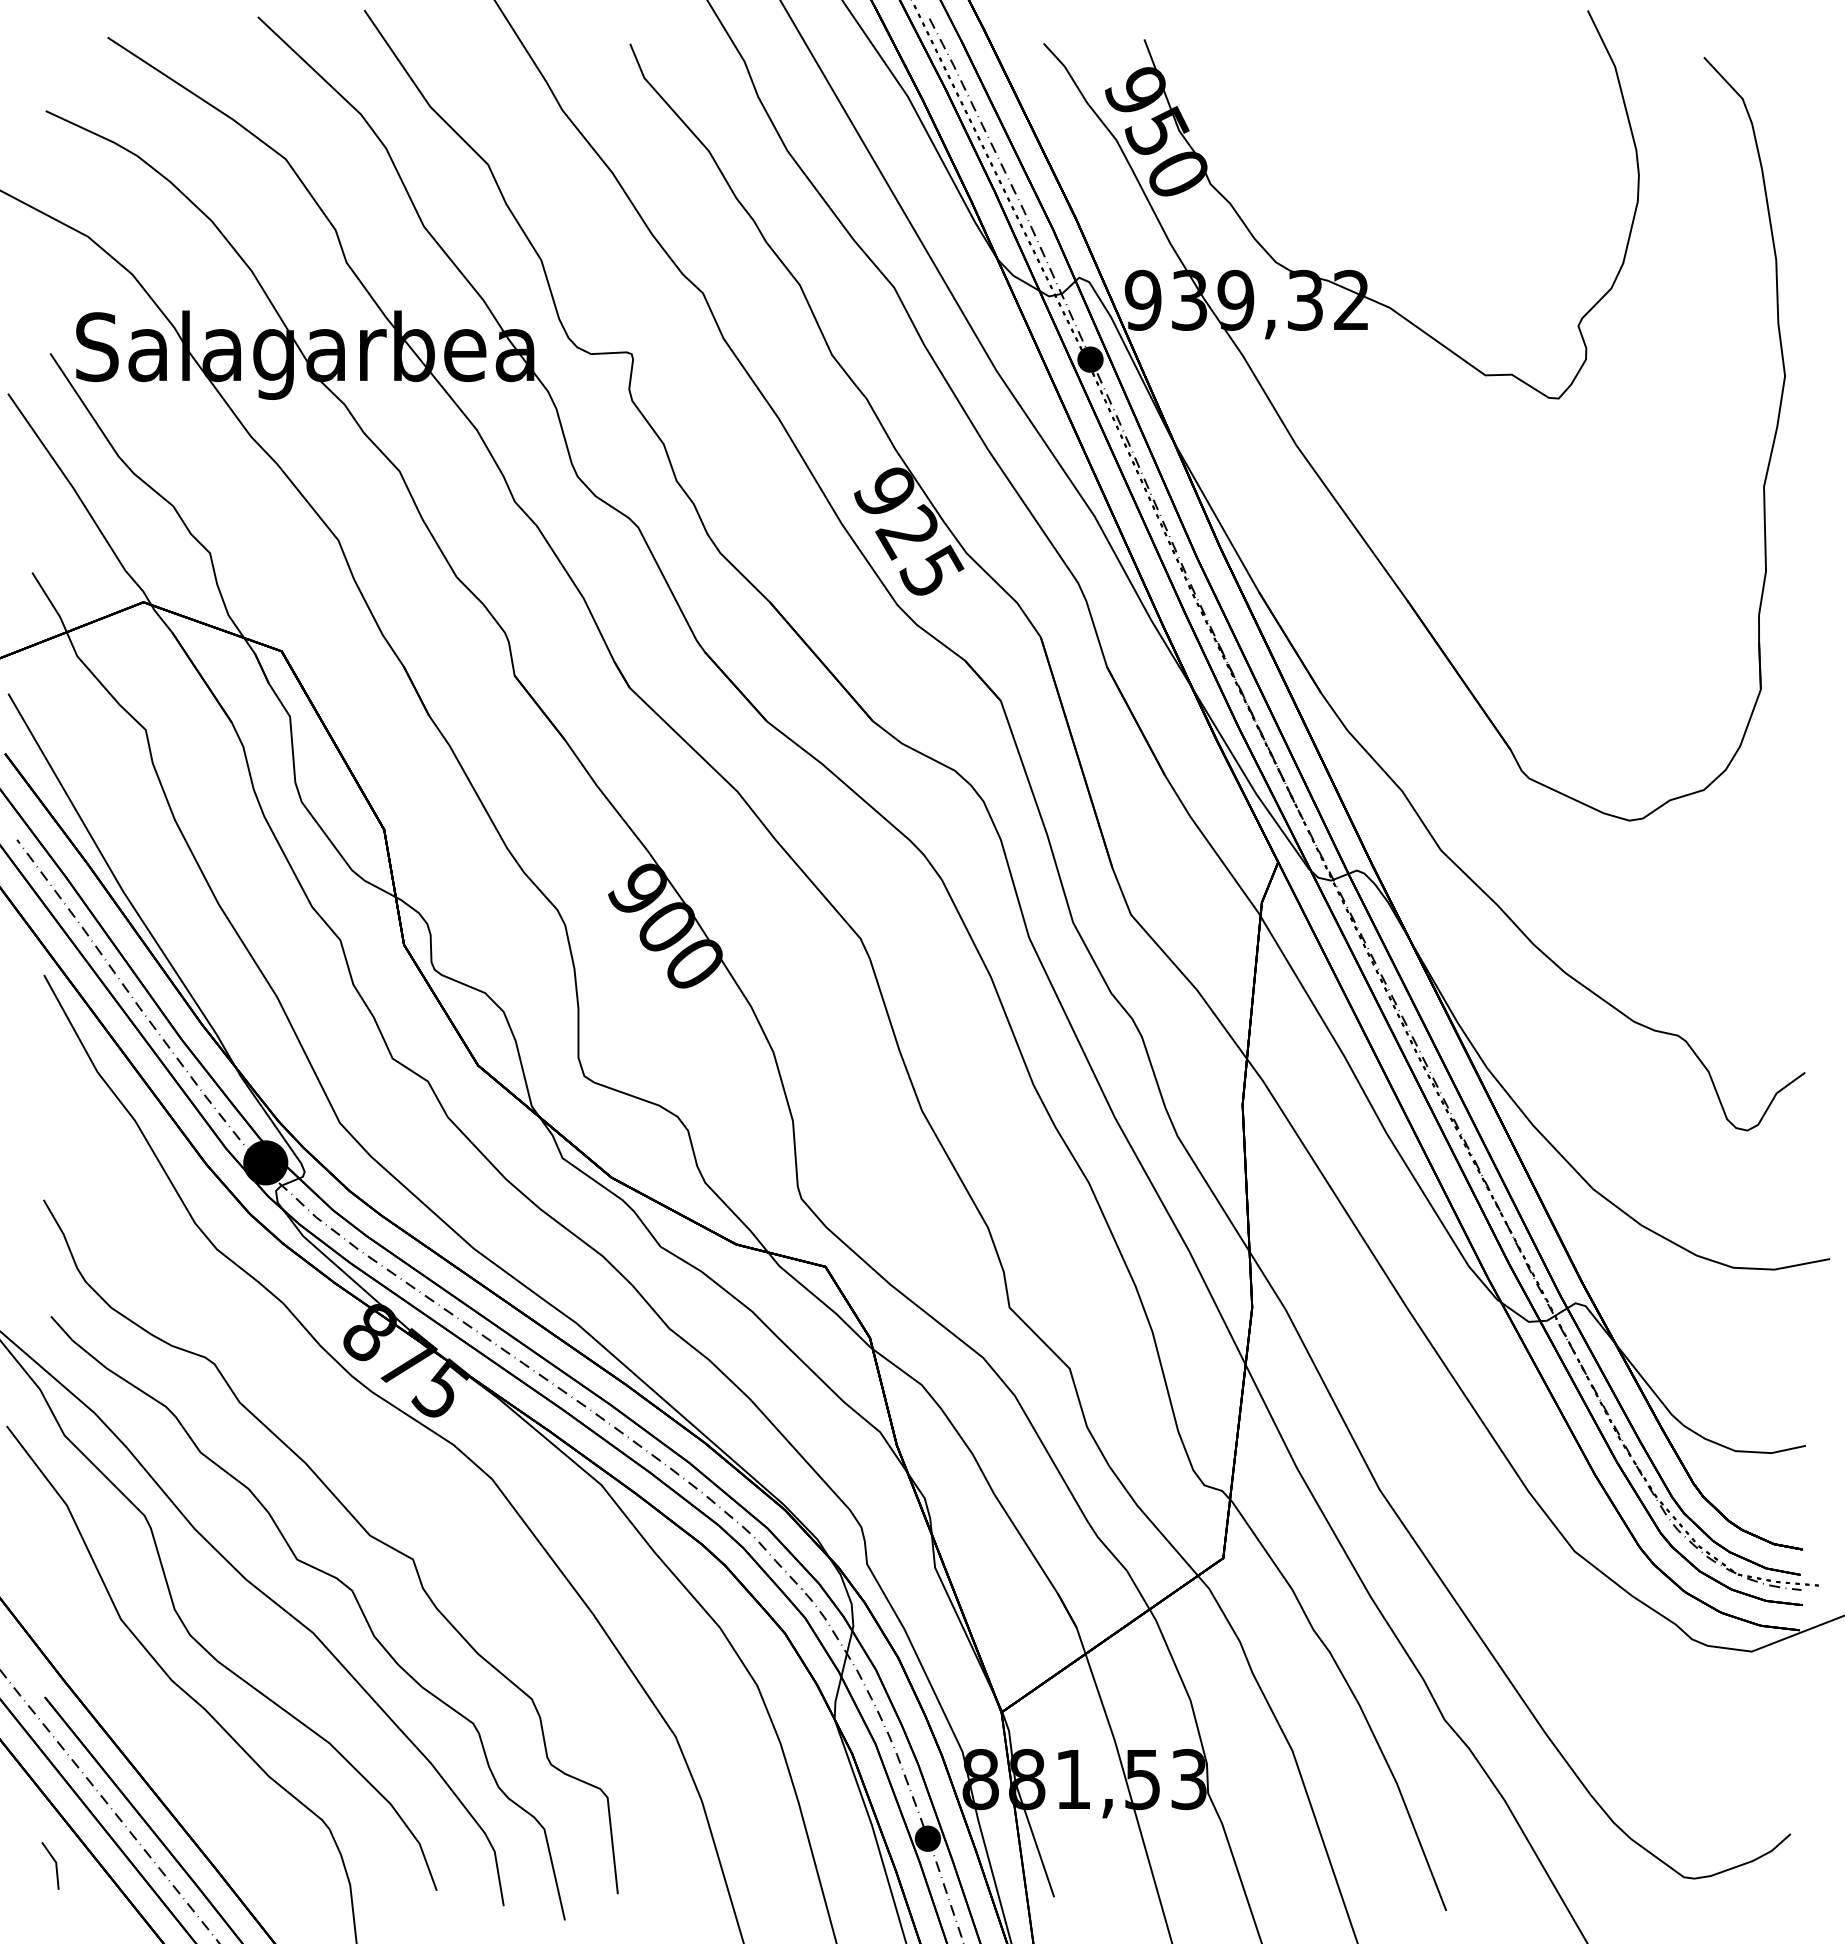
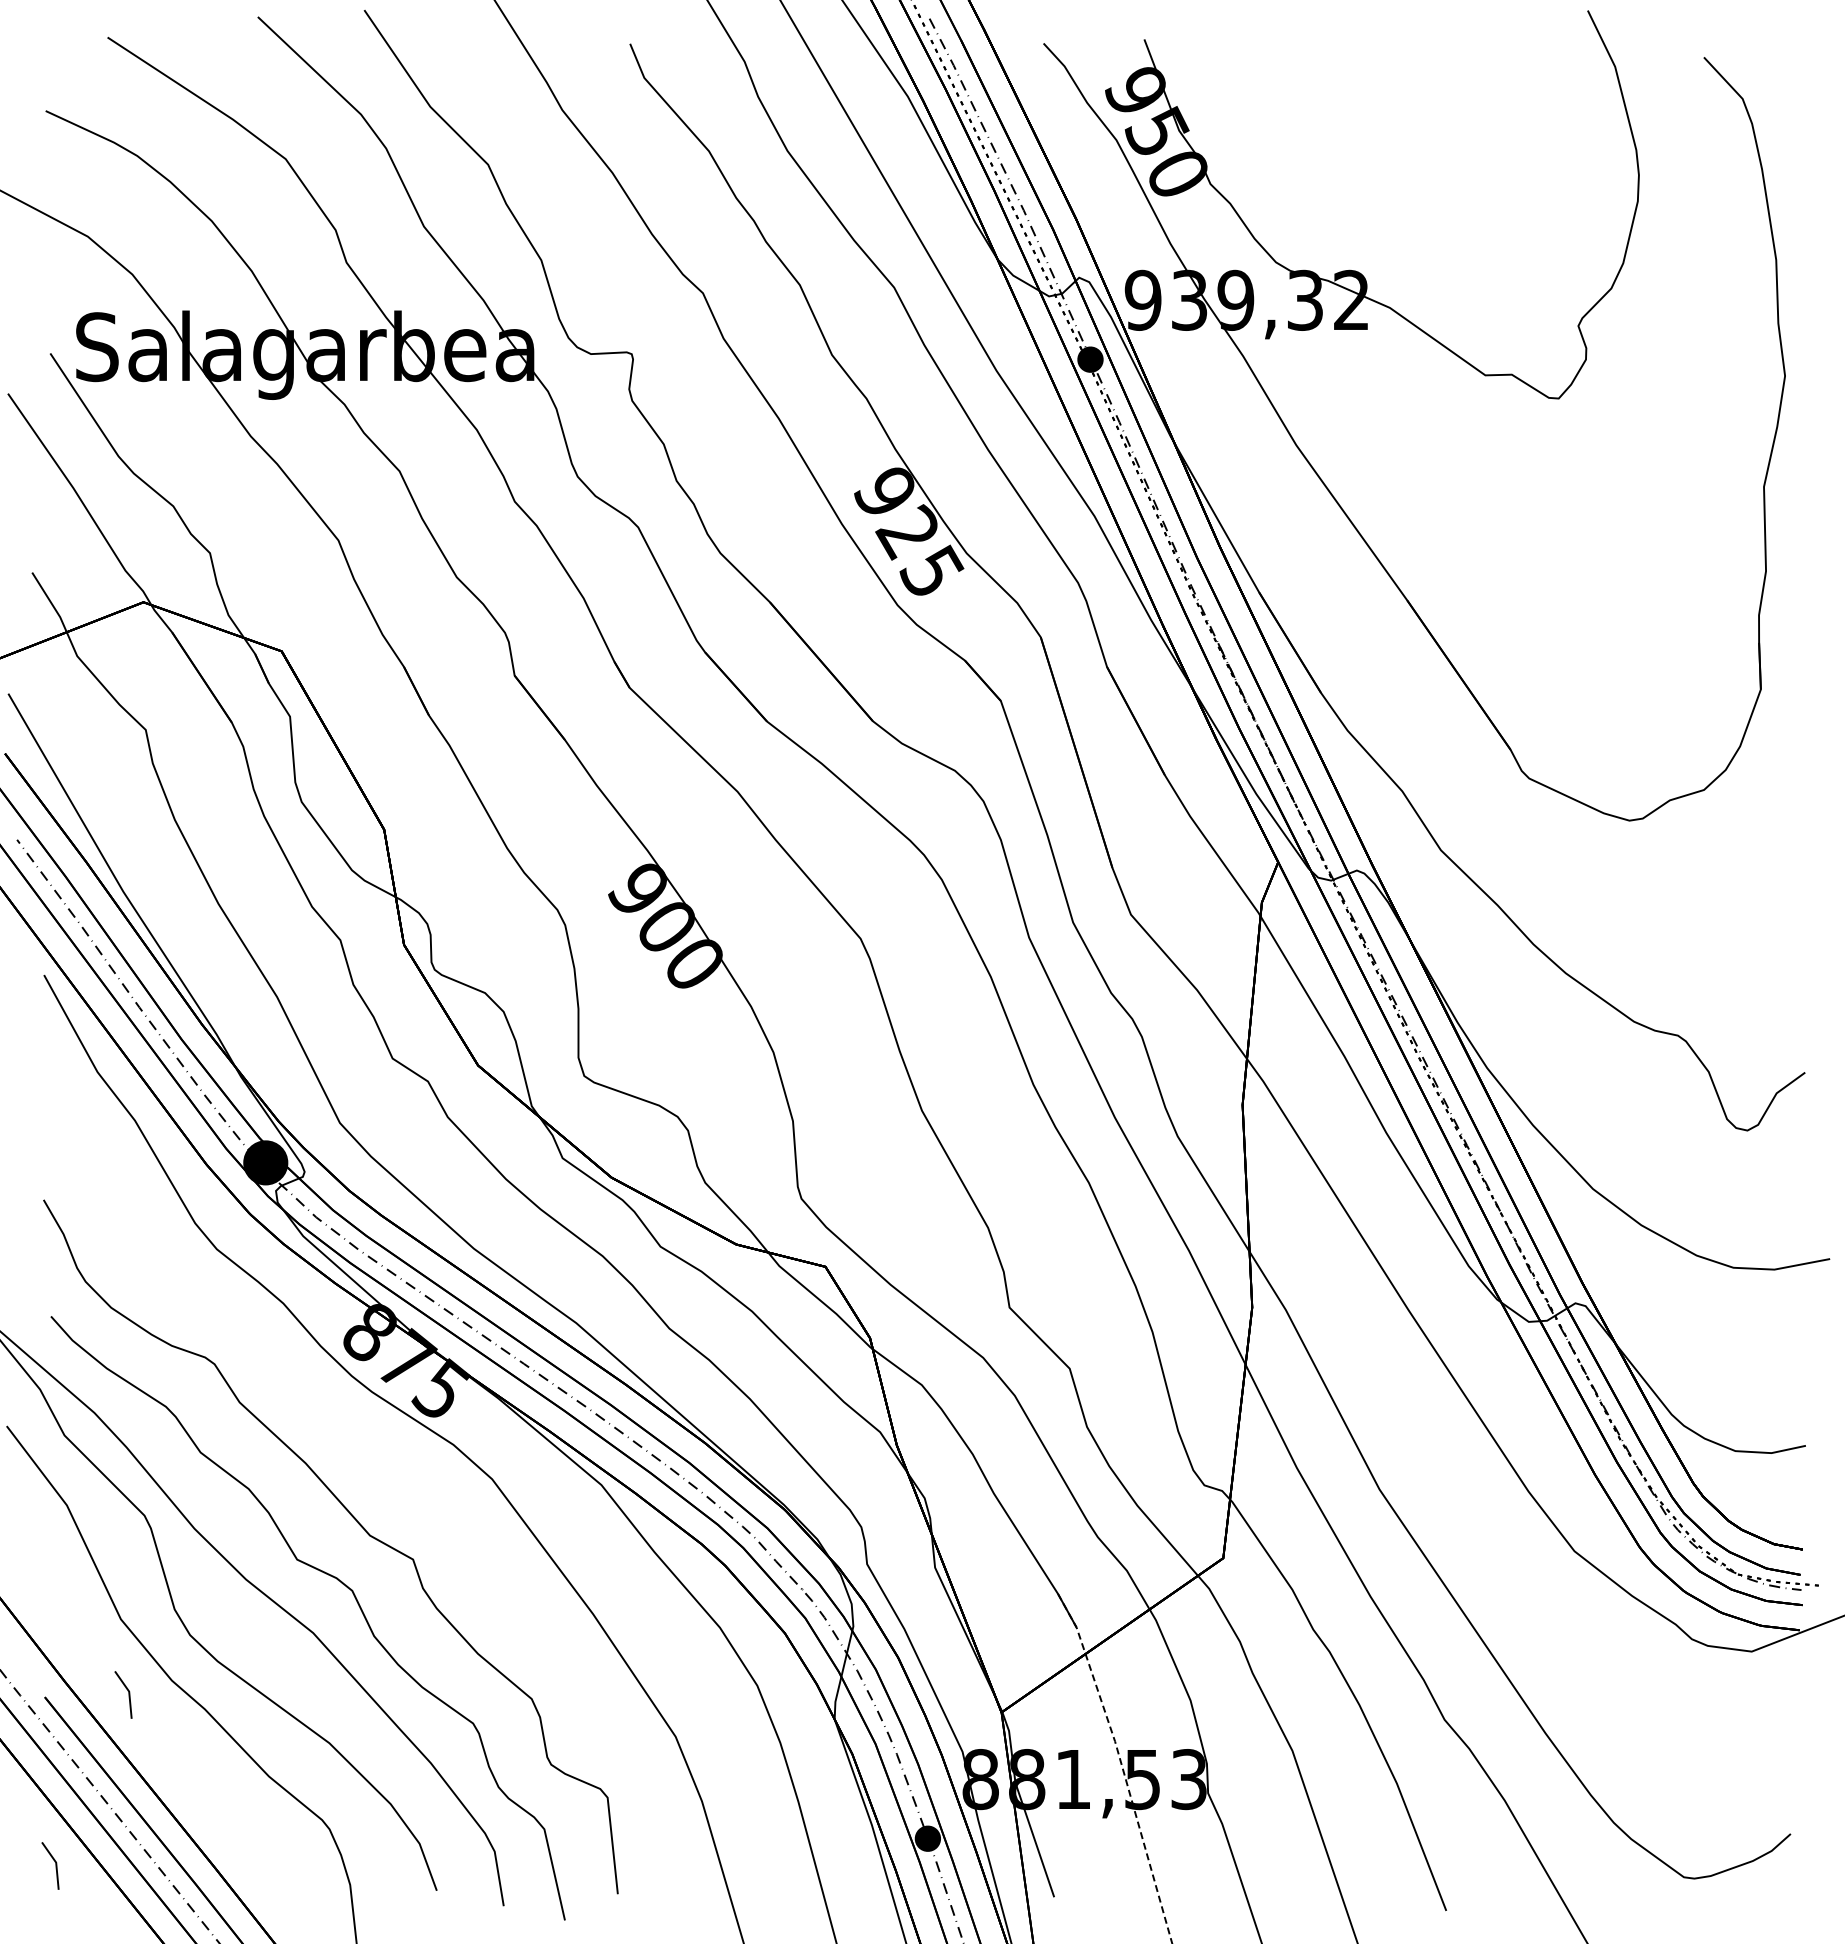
line at (127, 1691): none -> present
line at (1121, 1765): solid -> dashed
